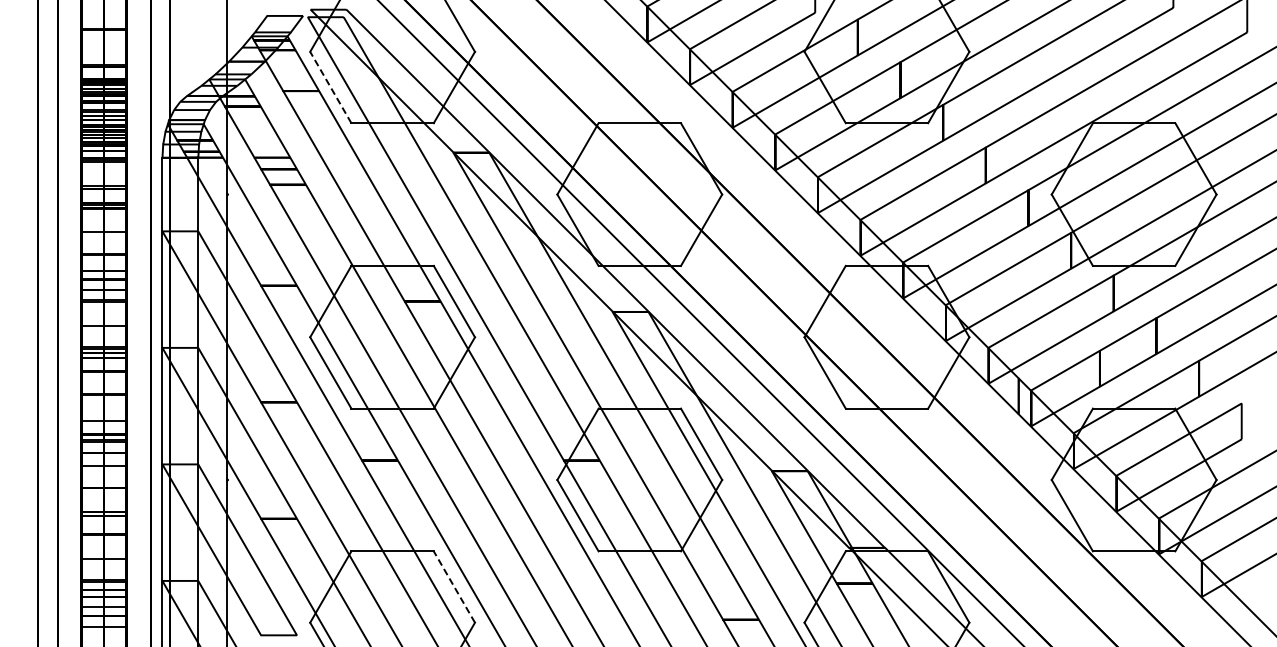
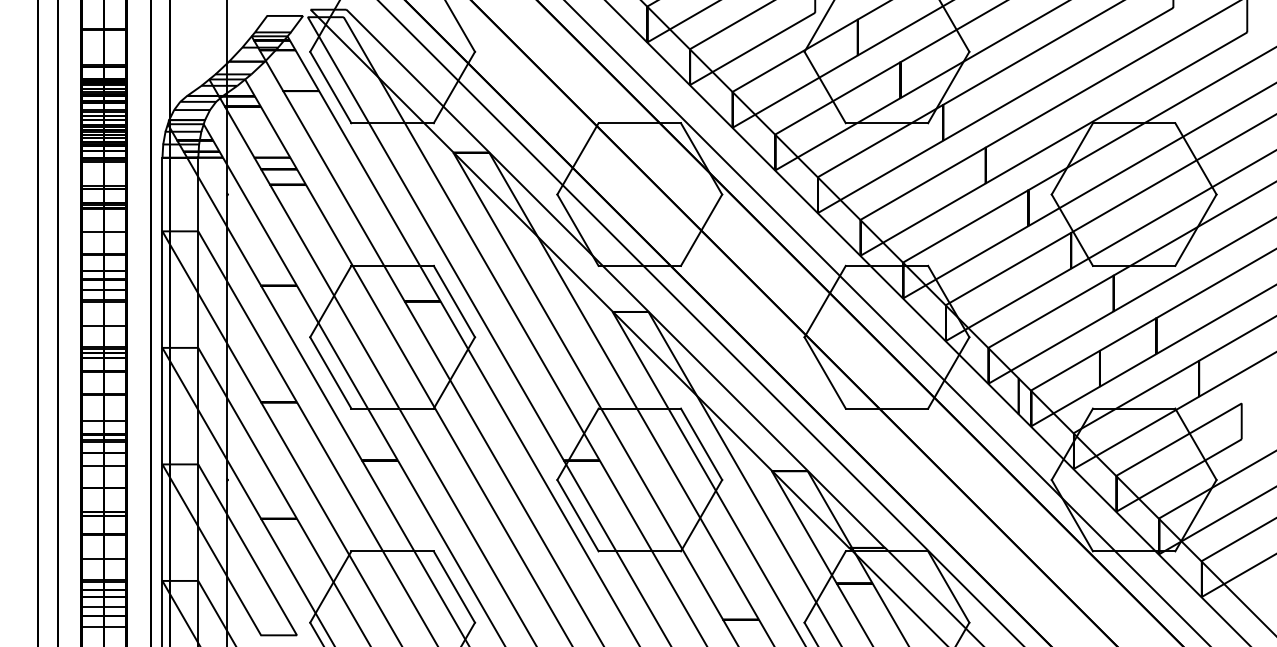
line at (330, 87): dashed -> solid
line at (886, 322): none -> present
line at (454, 586): dashed -> solid
